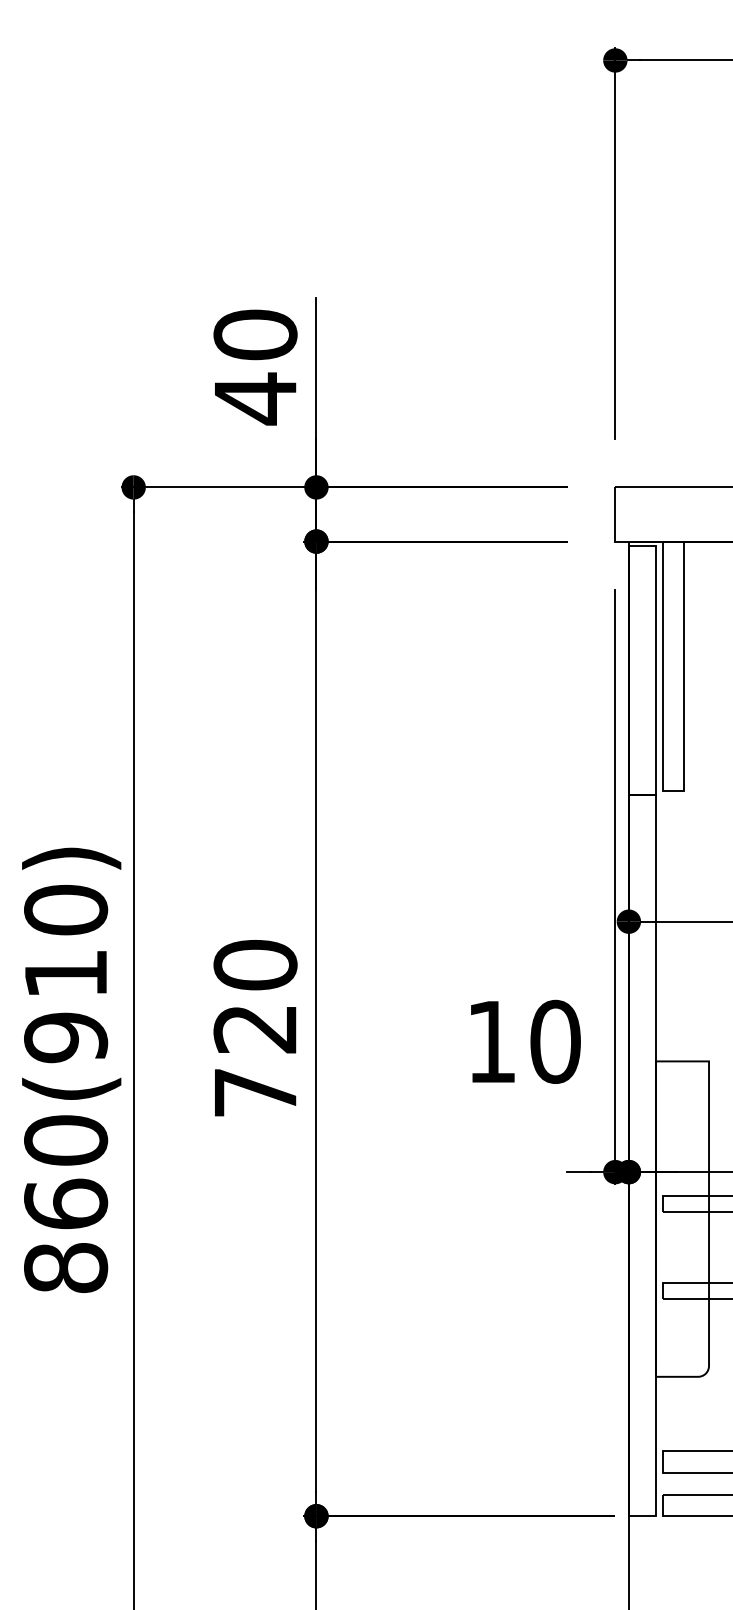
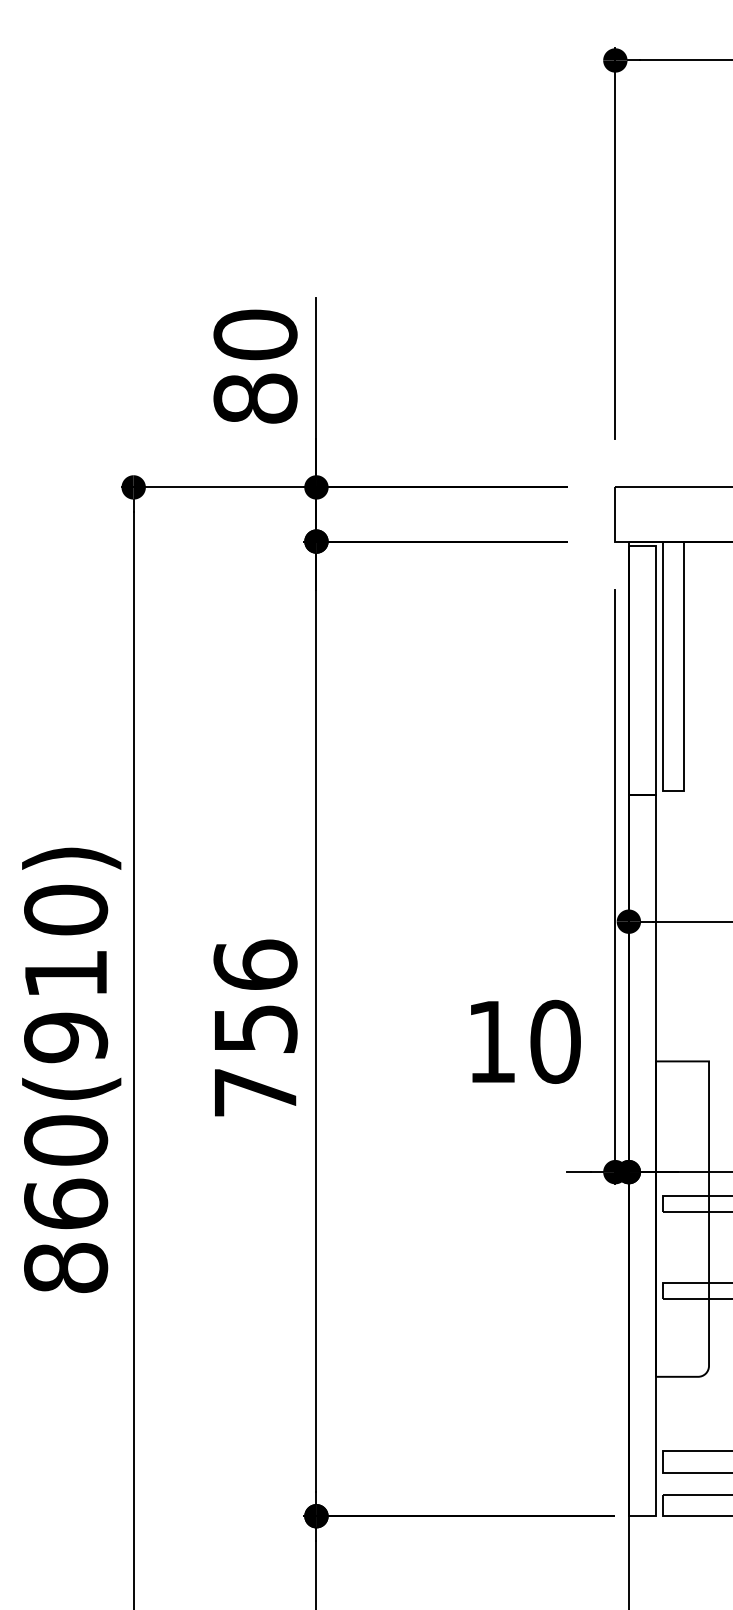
text at (255, 398): 40 -> 80
text at (255, 996): 720 -> 756
